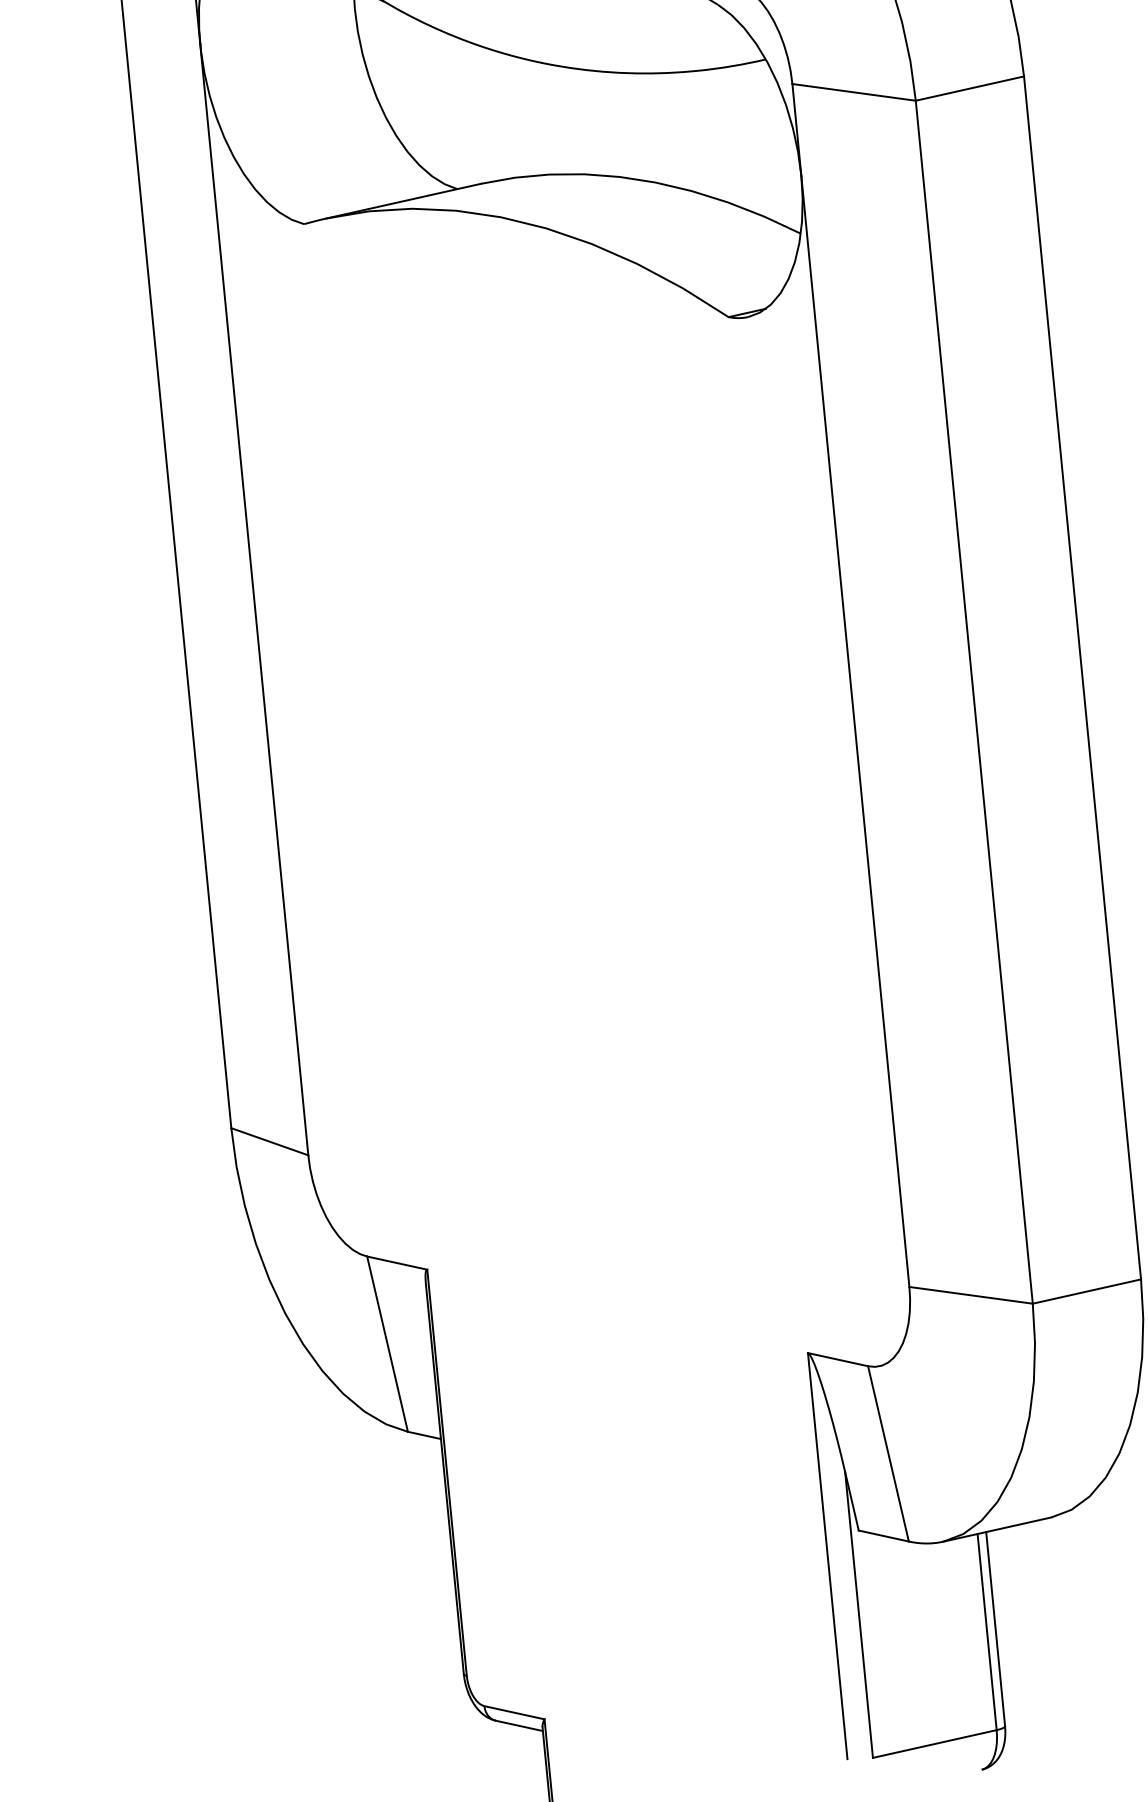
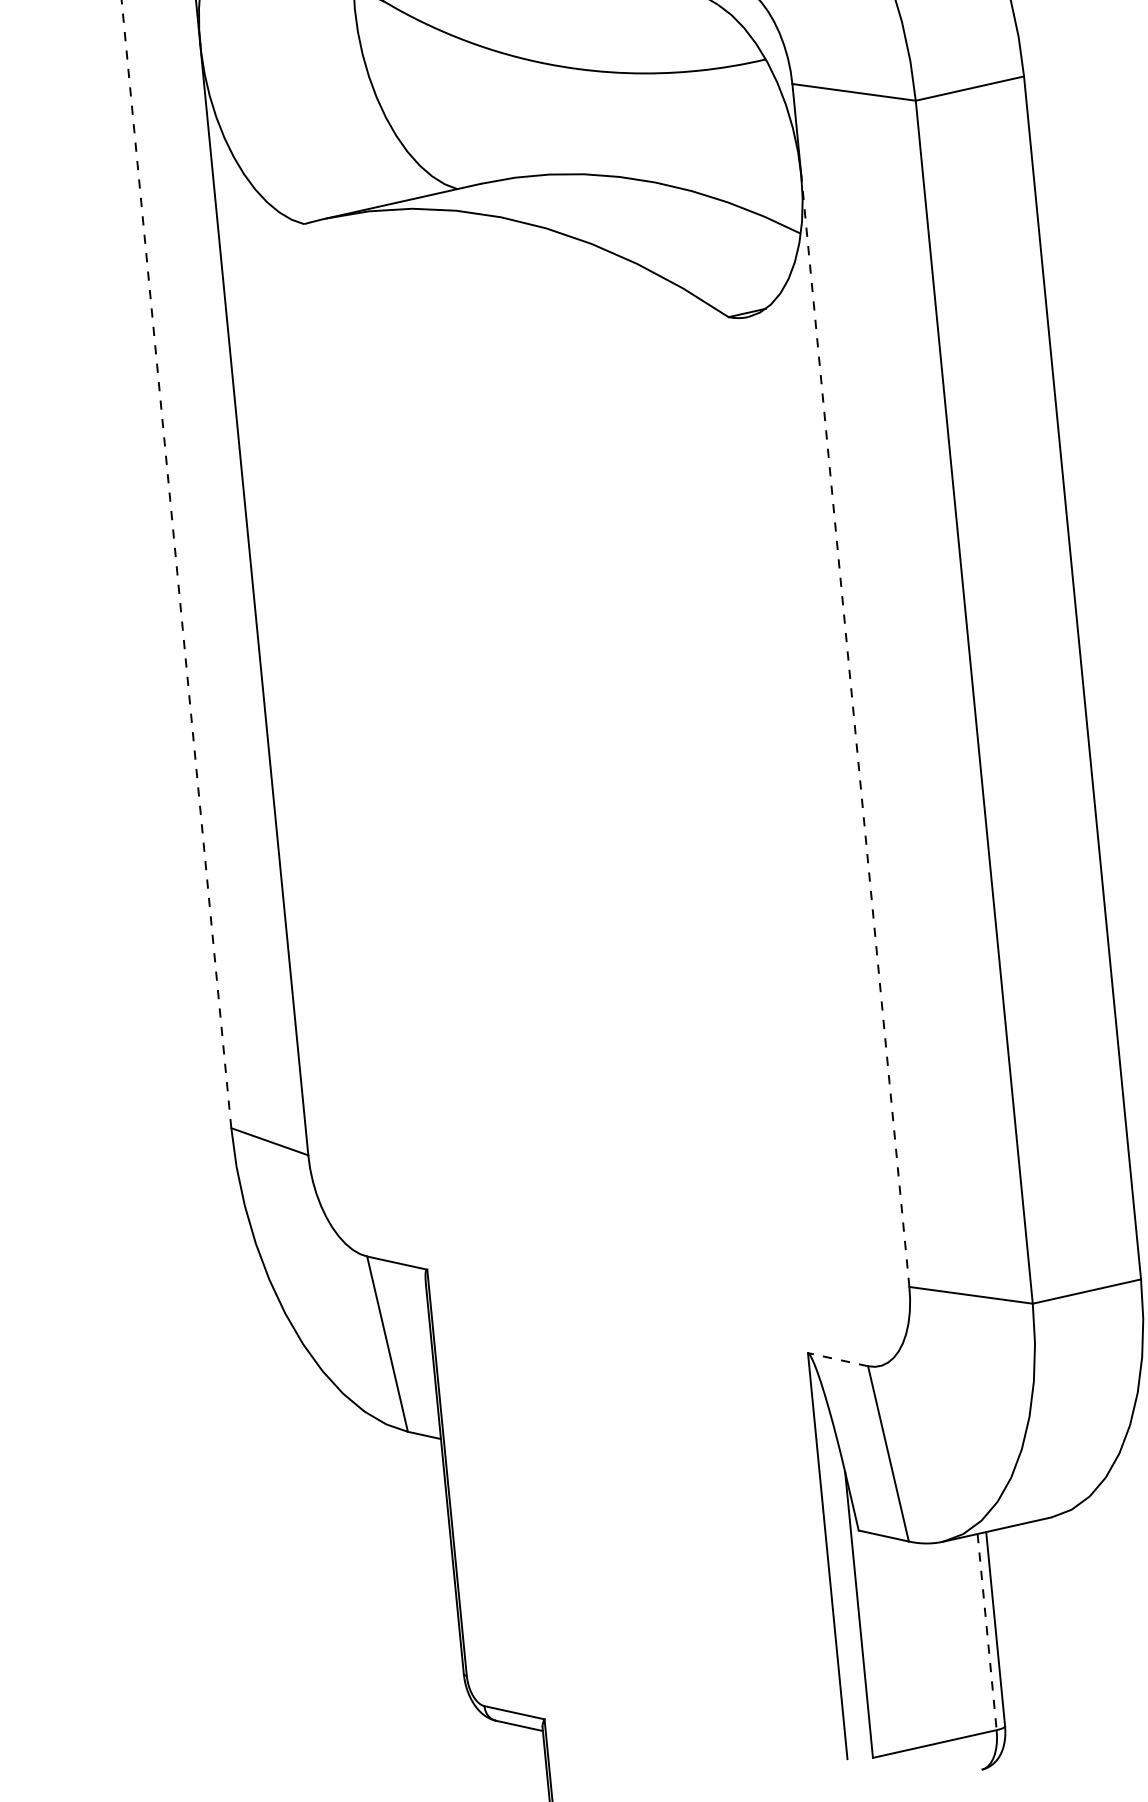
line at (176, 564): solid -> dashed
line at (855, 730): solid -> dashed
line at (838, 1359): solid -> dashed
line at (987, 1632): solid -> dashed
